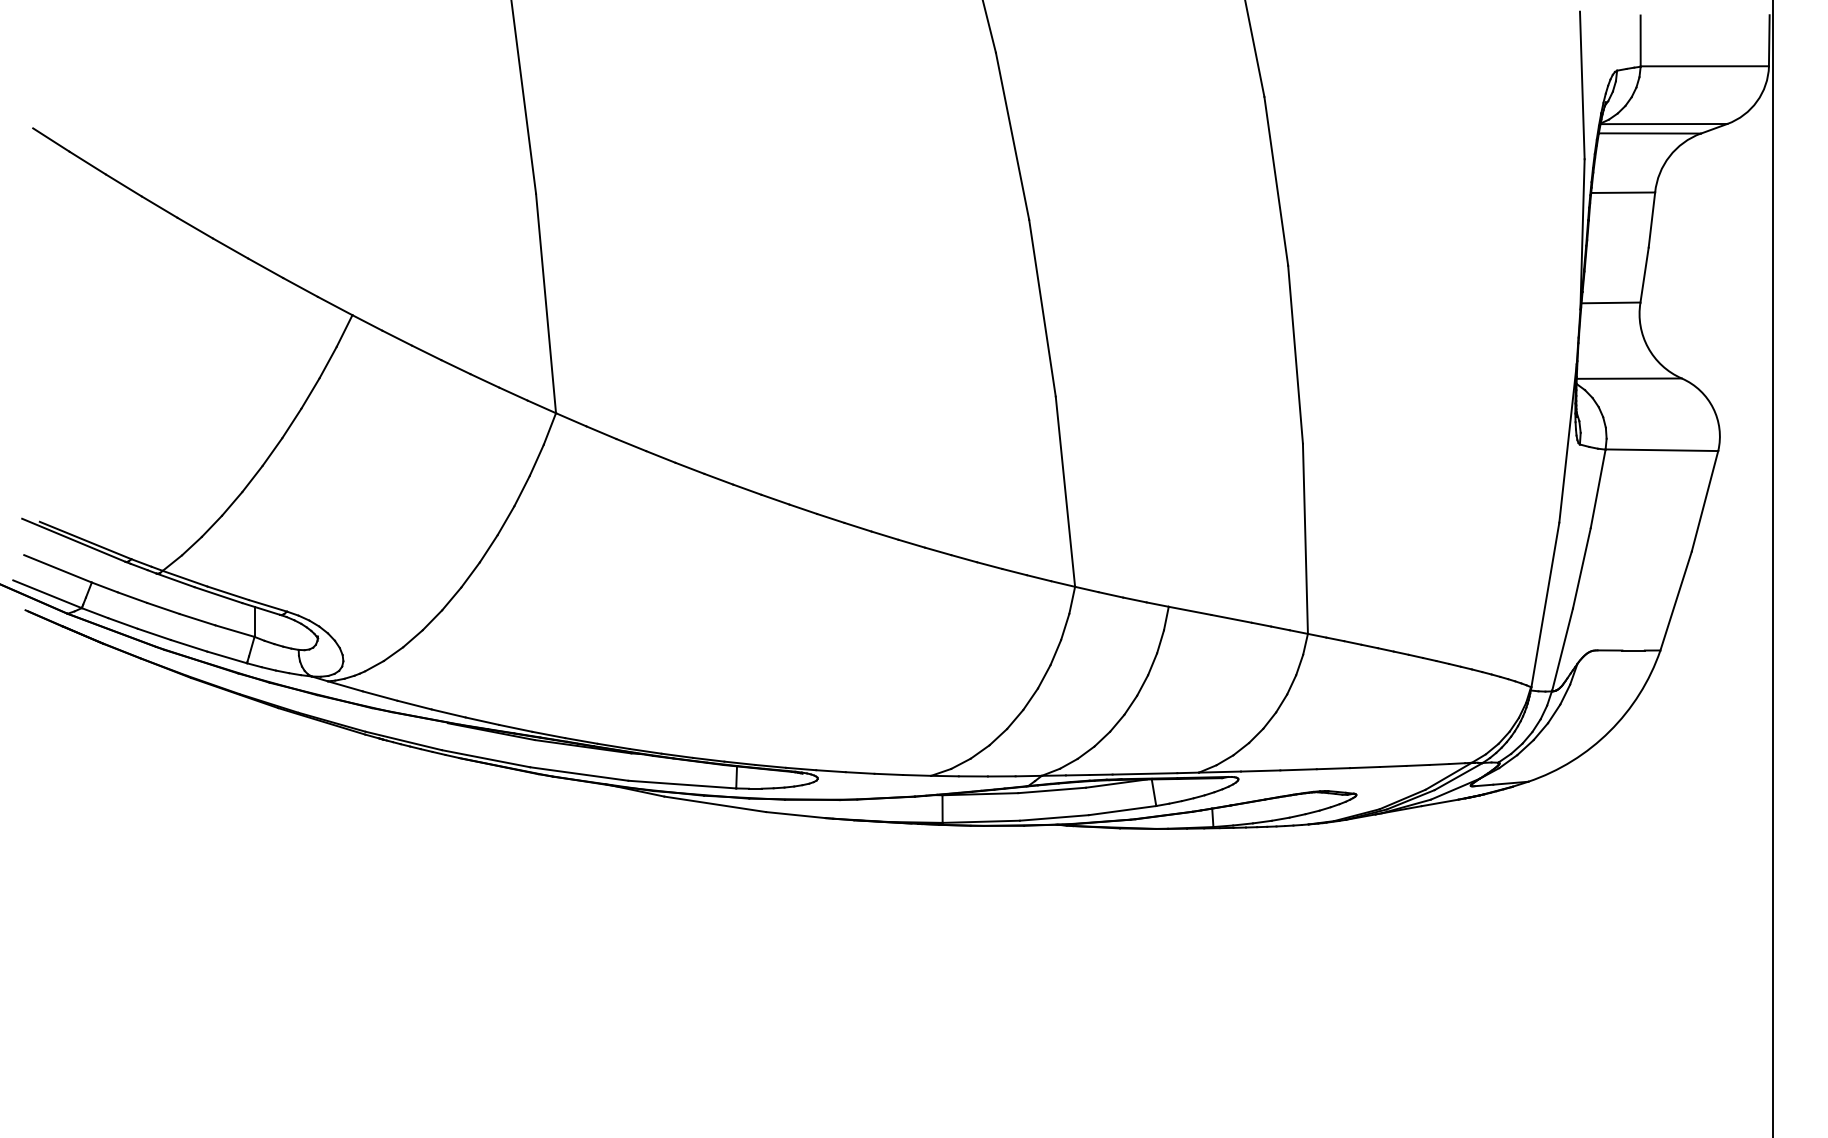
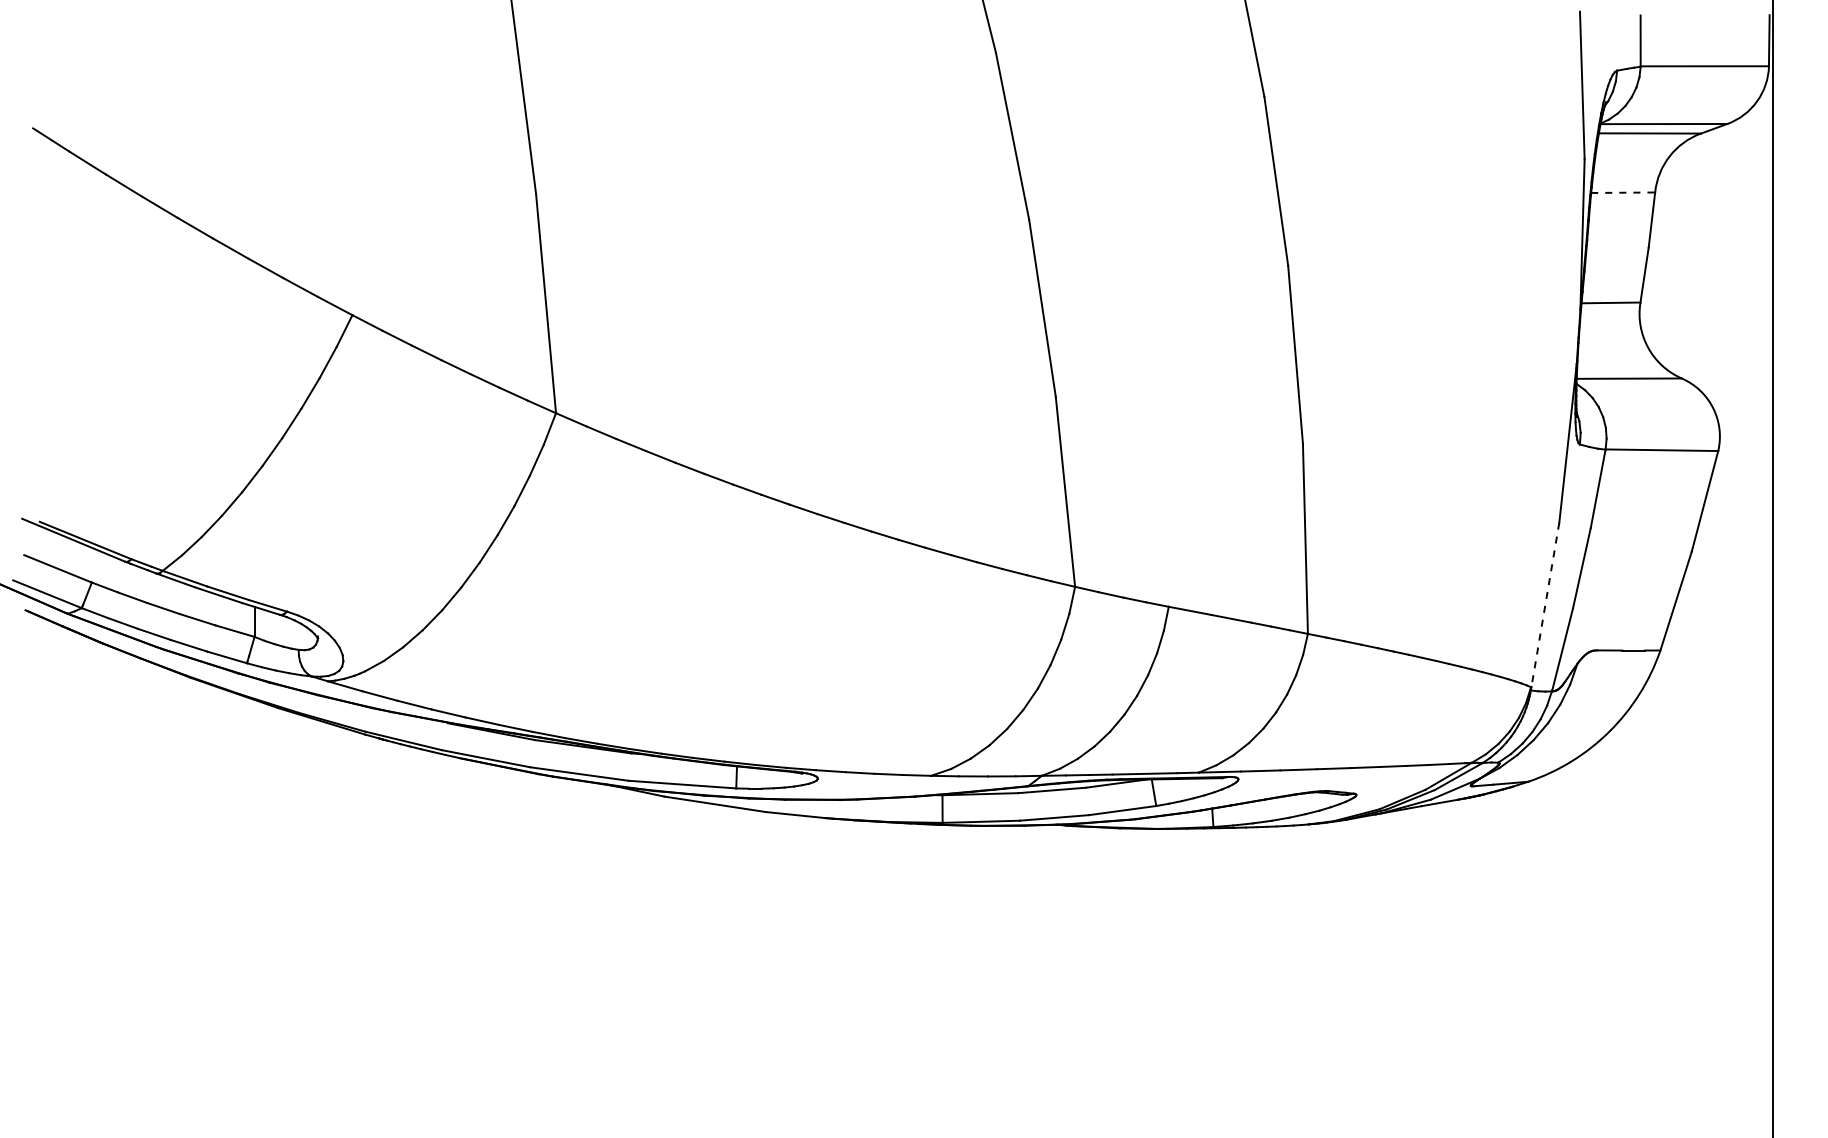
line at (1623, 192): solid -> dashed
line at (1545, 605): solid -> dashed
